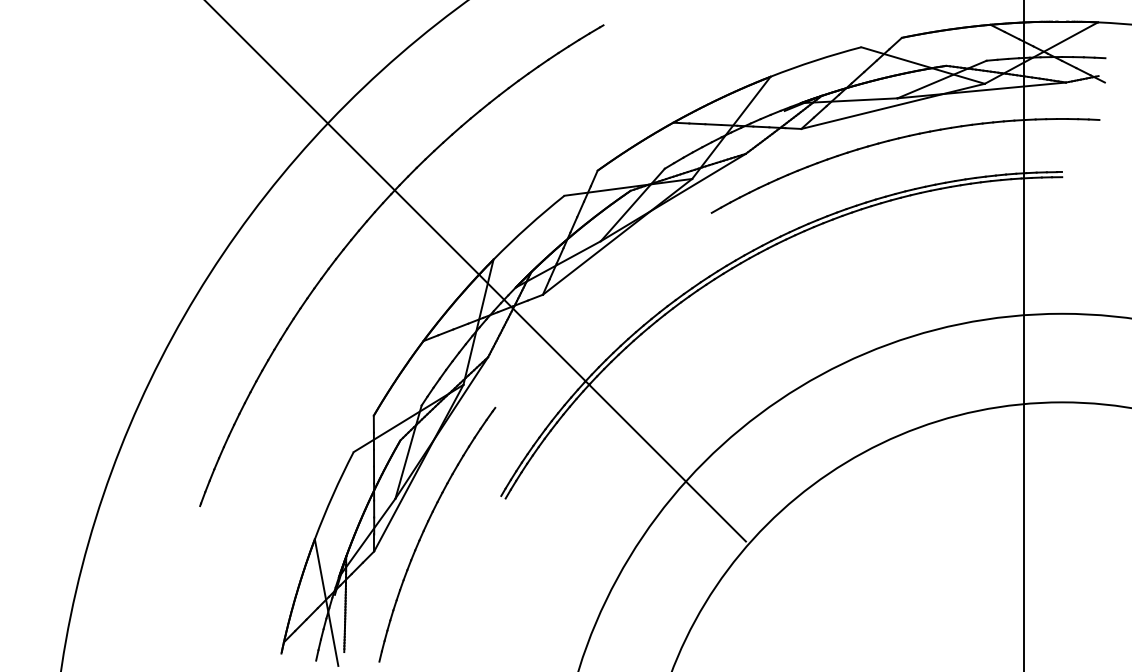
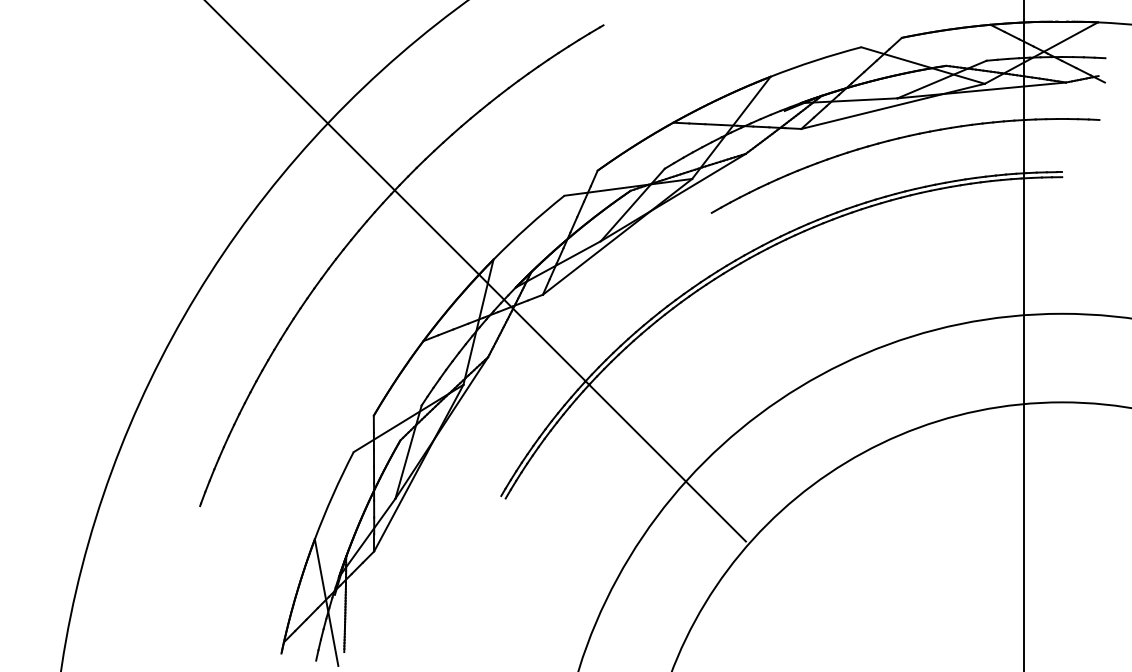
part at (425, 529): present -> none
